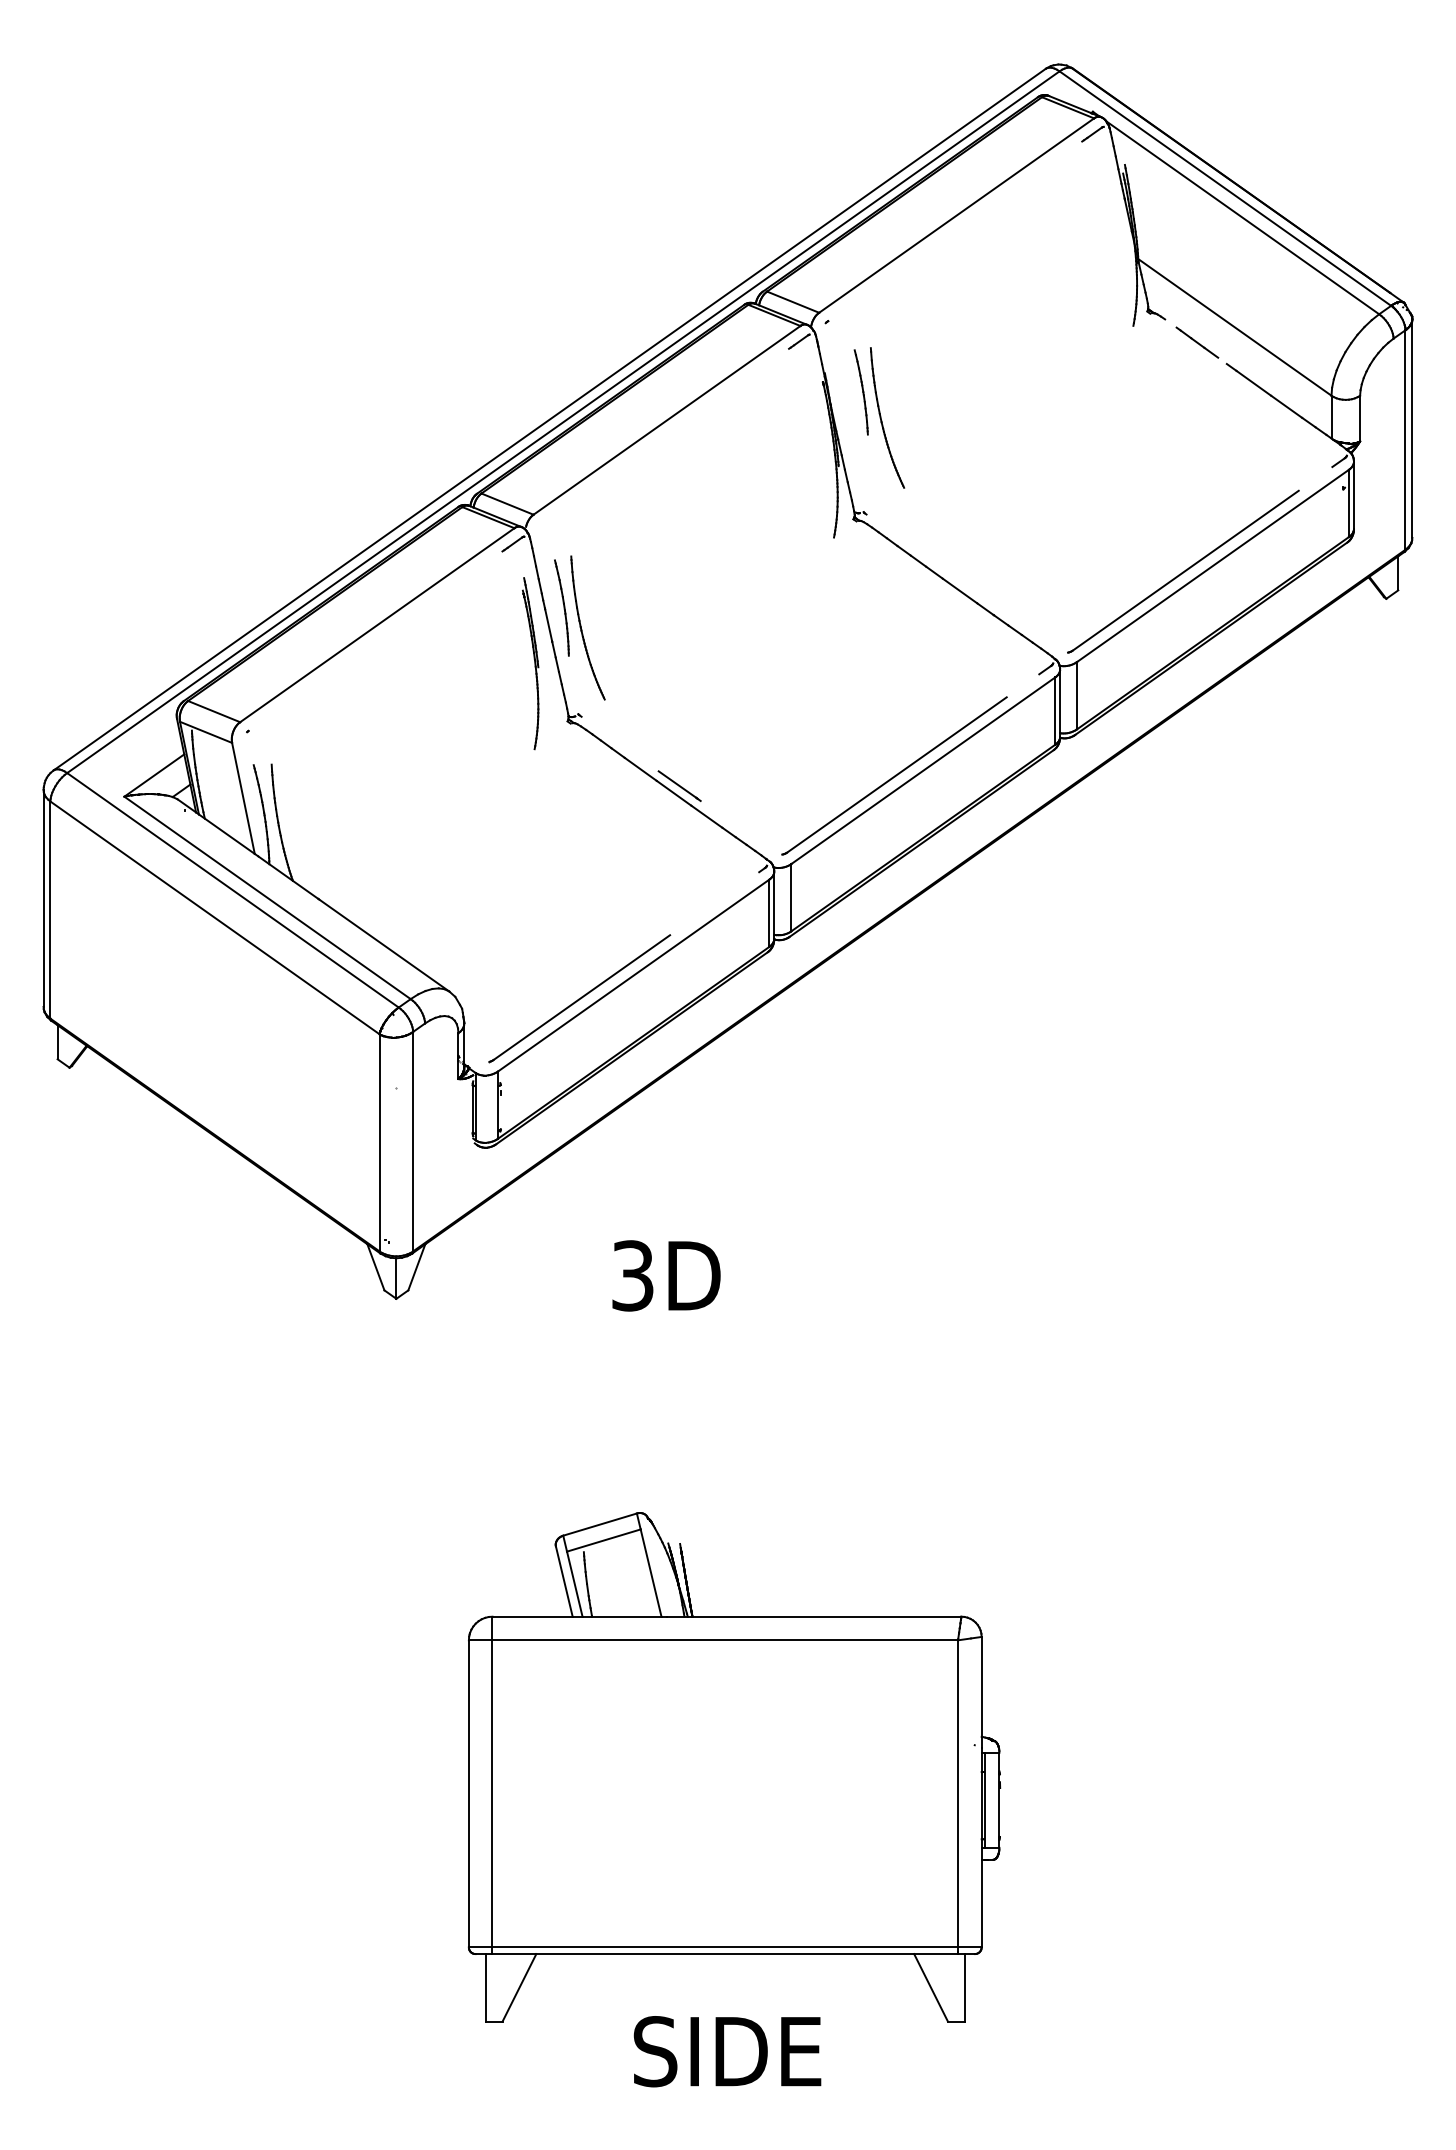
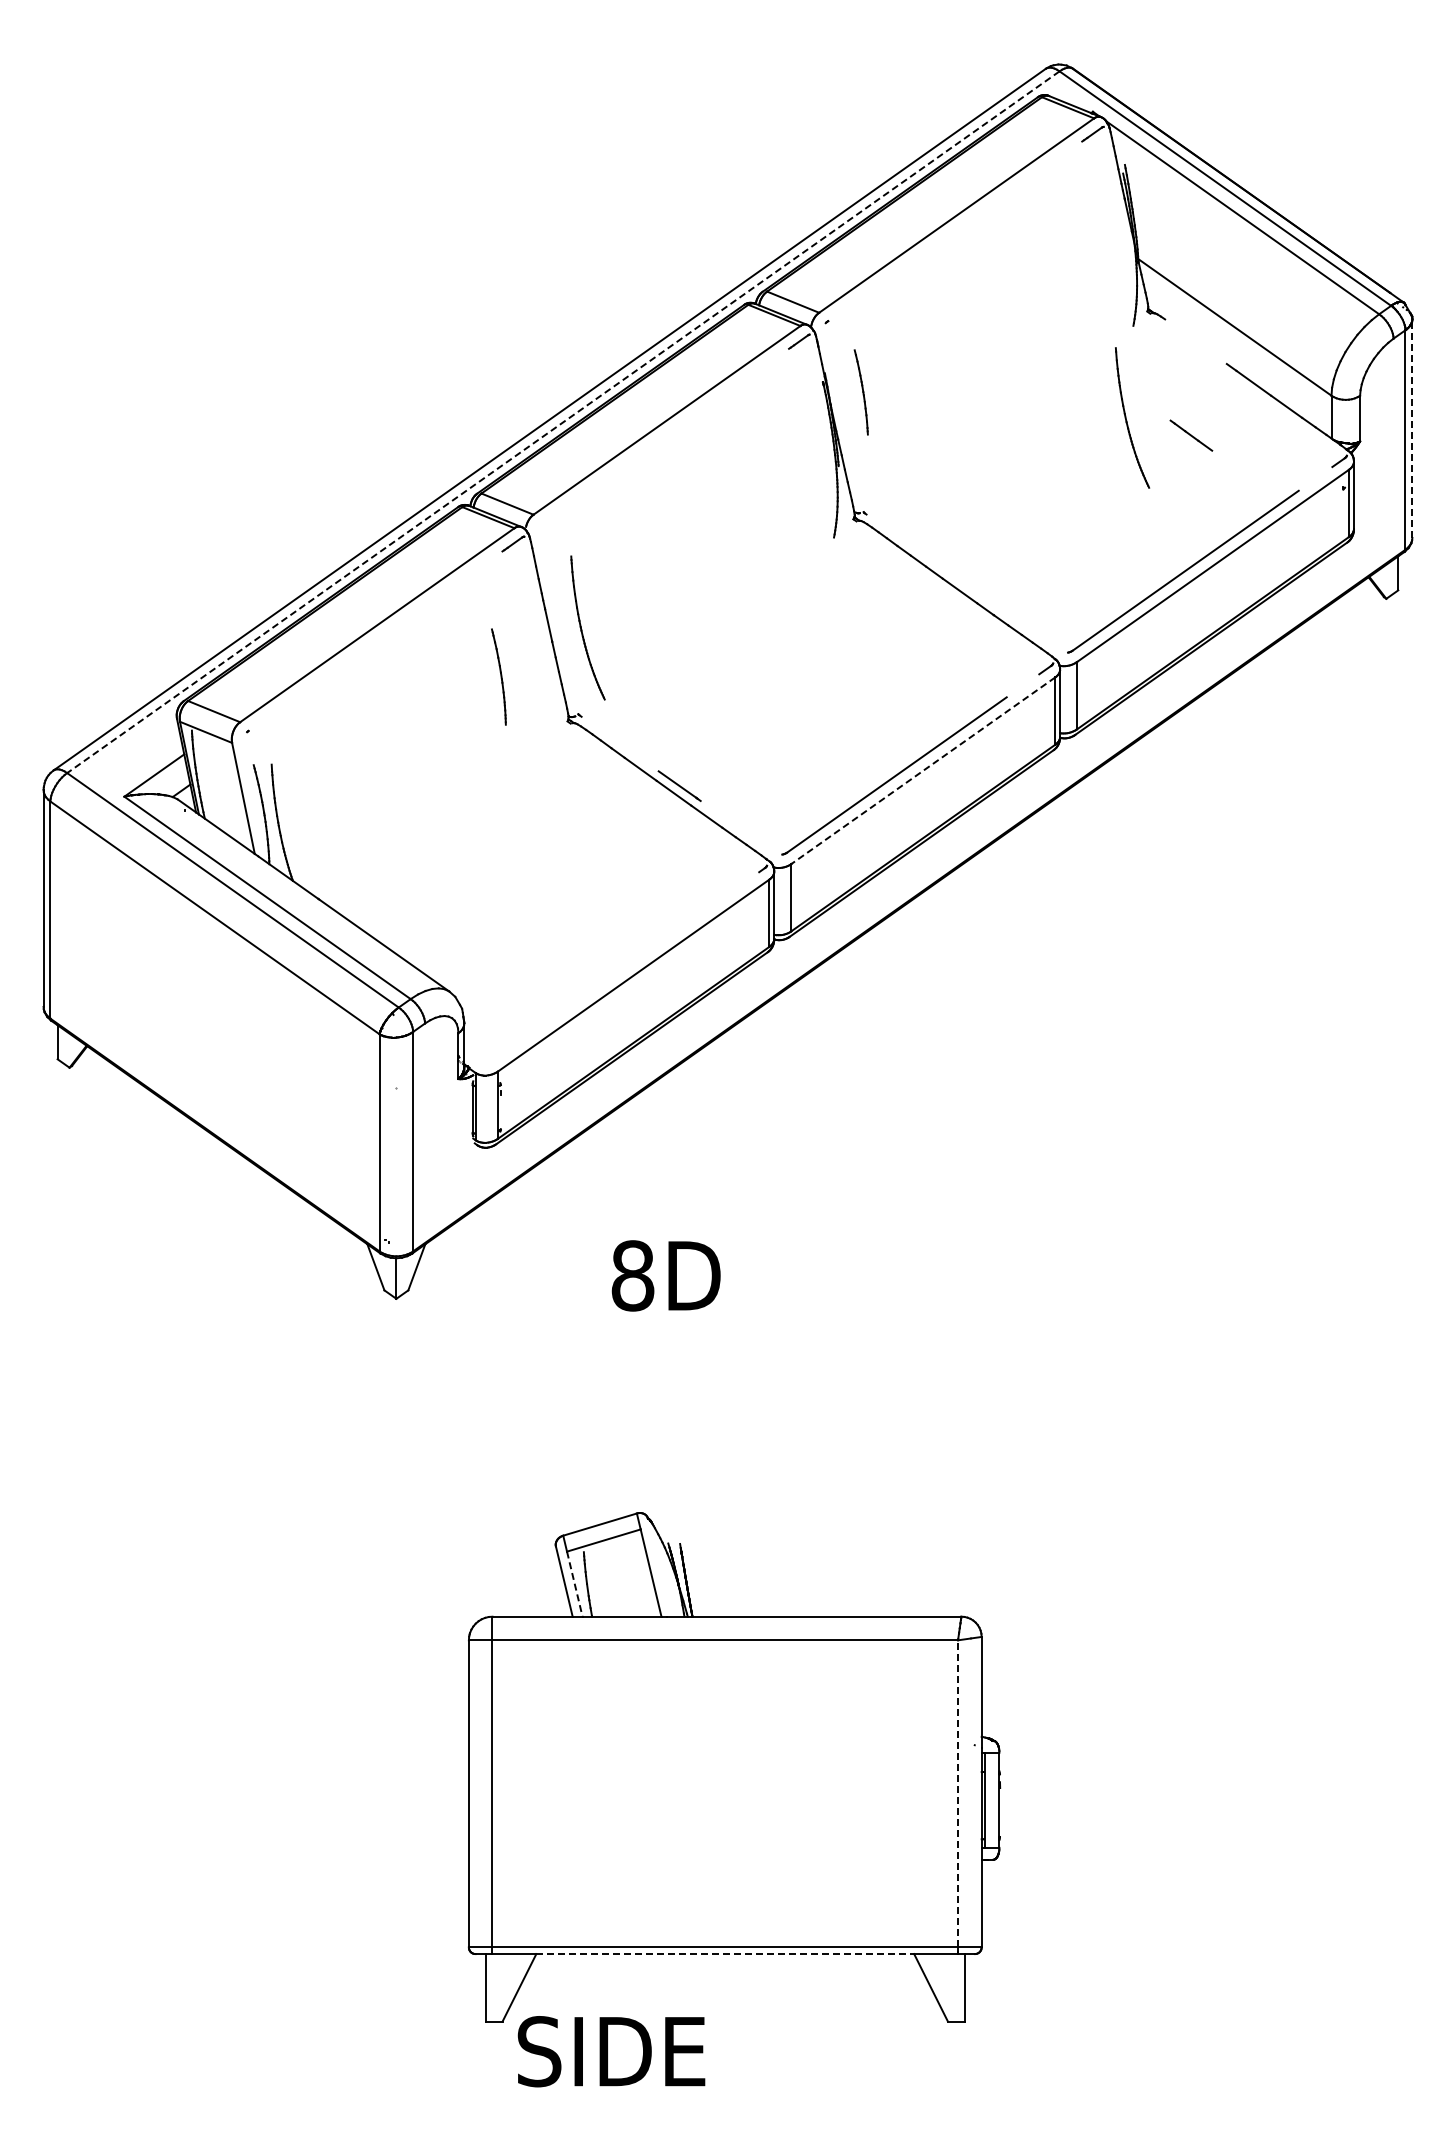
line at (1197, 342) position: (1197, 342) -> (1191, 435)
part at (887, 417) position: (887, 417) -> (1132, 417)
line at (563, 422): solid -> dashed
line at (1412, 428): solid -> dashed
part at (561, 607) position: (561, 607) -> (498, 676)
part at (530, 663): present -> none
line at (923, 770): solid -> dashed
line at (579, 998): present -> none
text at (632, 1275): 3D -> 8D
line at (574, 1584): solid -> dashed
line at (958, 1793): solid -> dashed
line at (725, 1954): solid -> dashed
text at (727, 2051) position: (727, 2051) -> (611, 2051)
